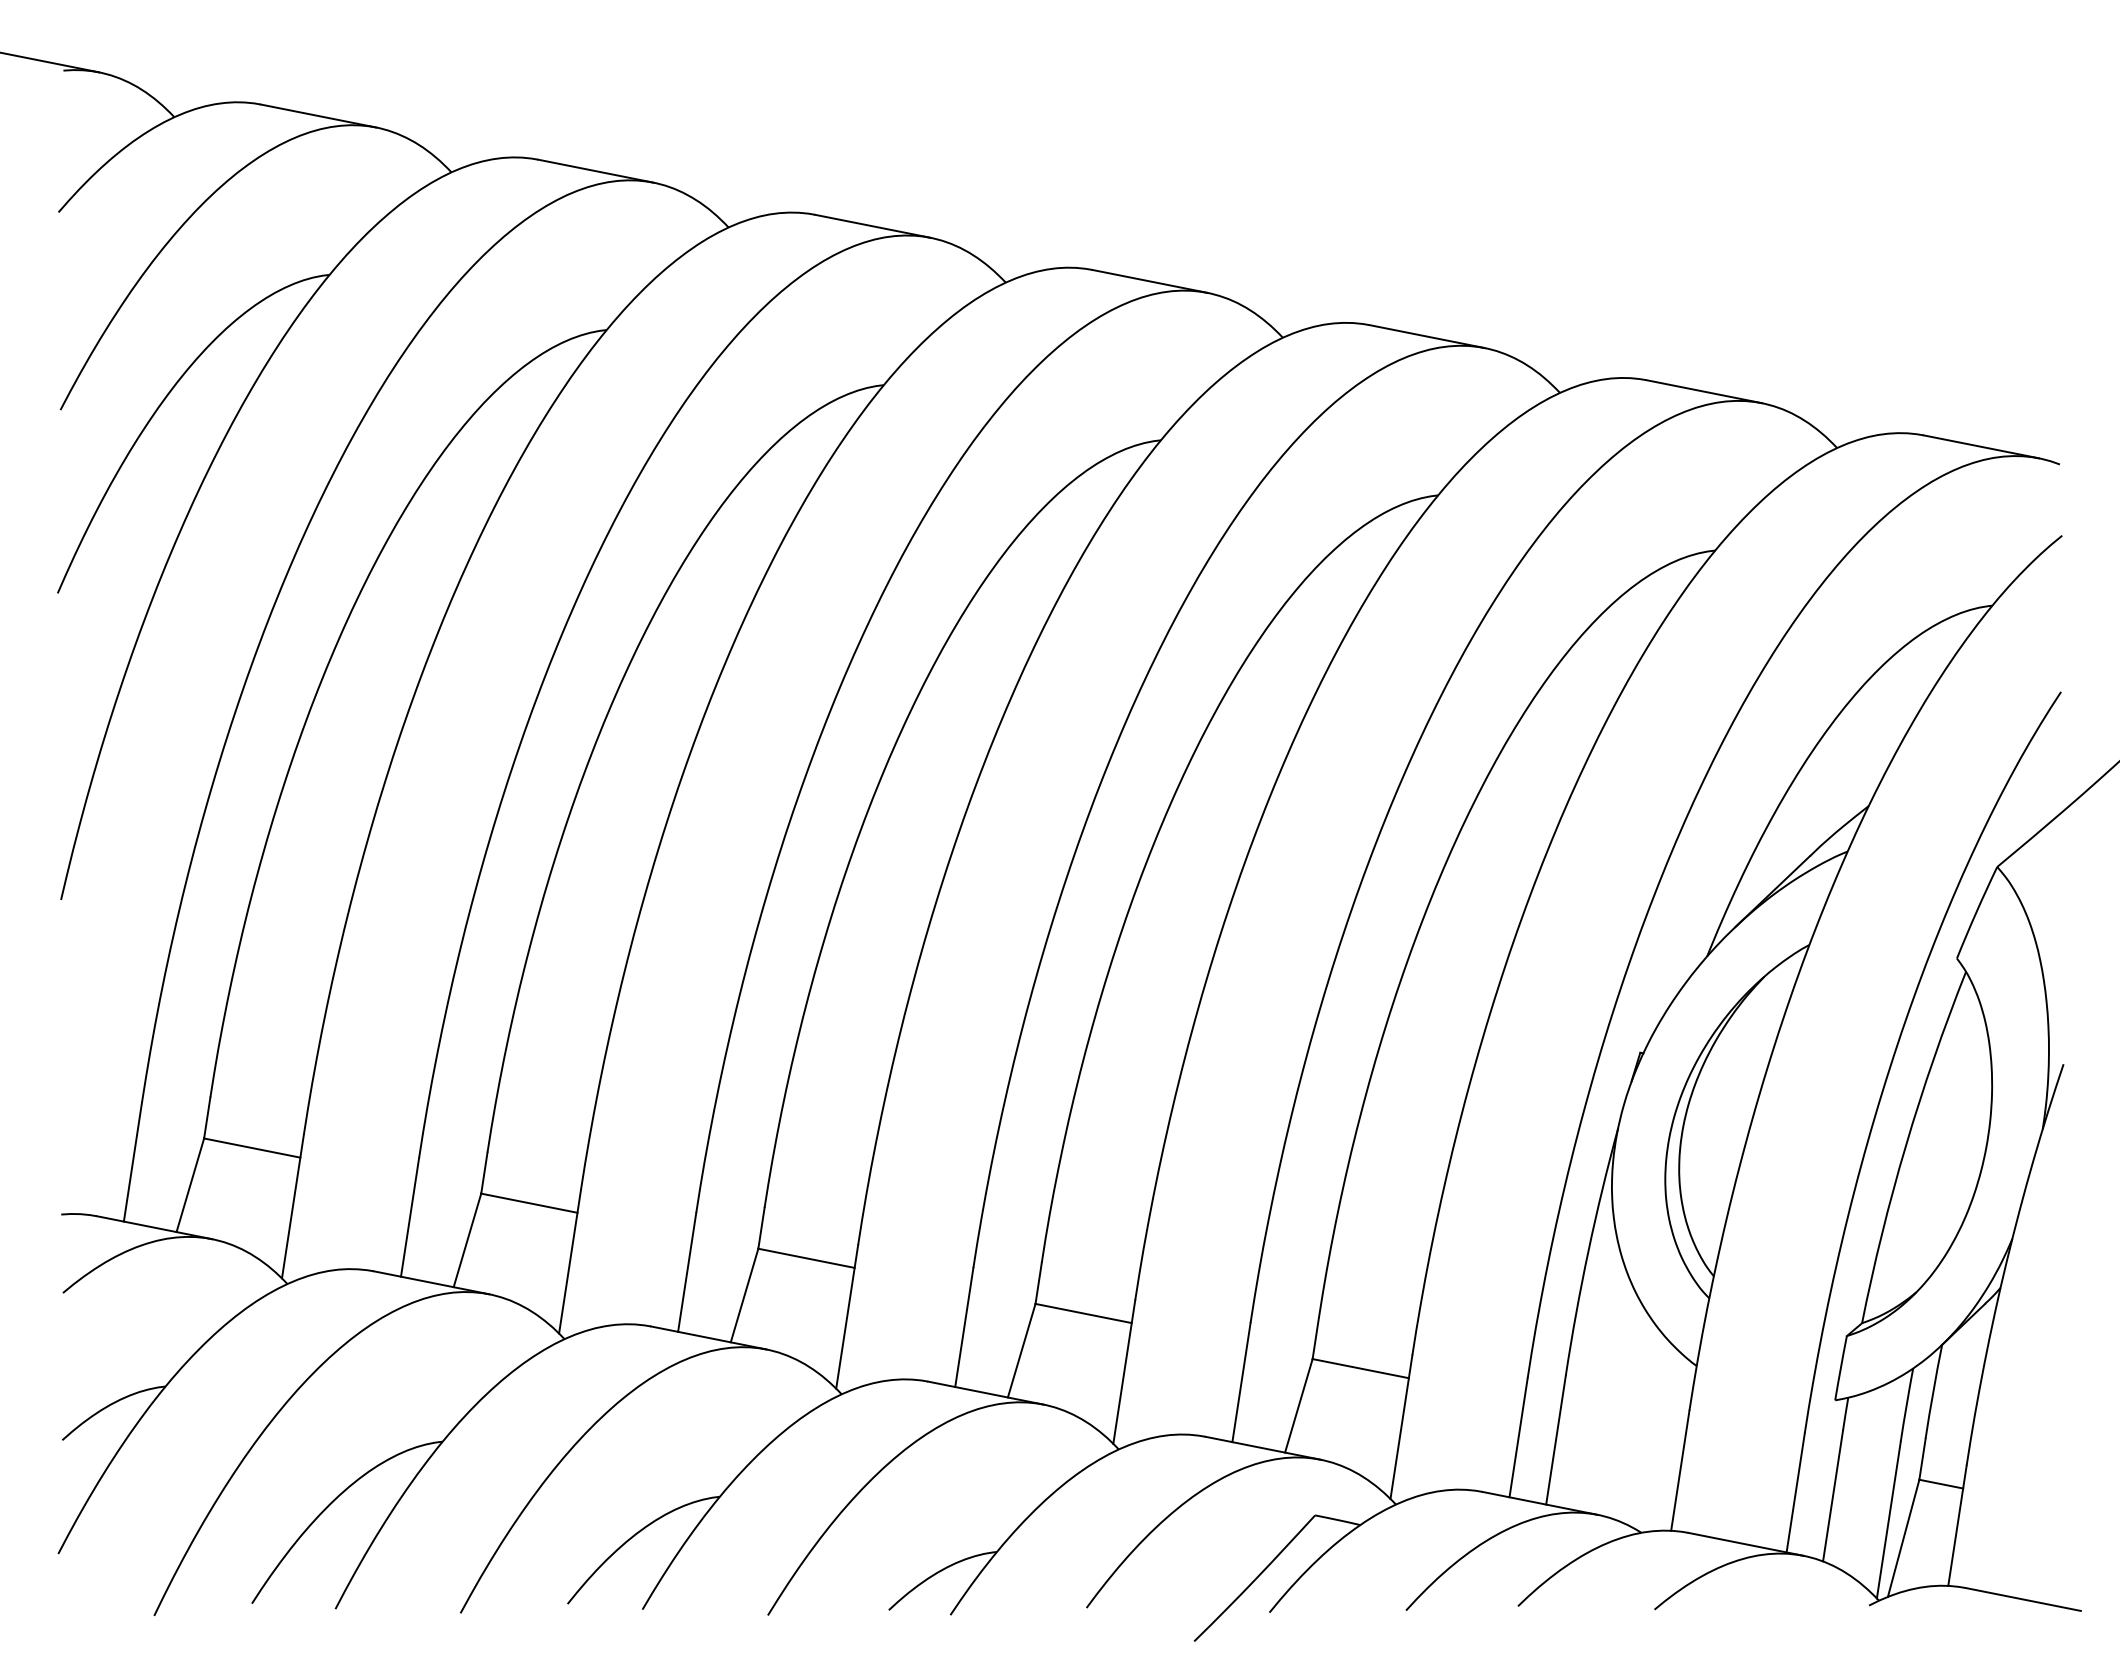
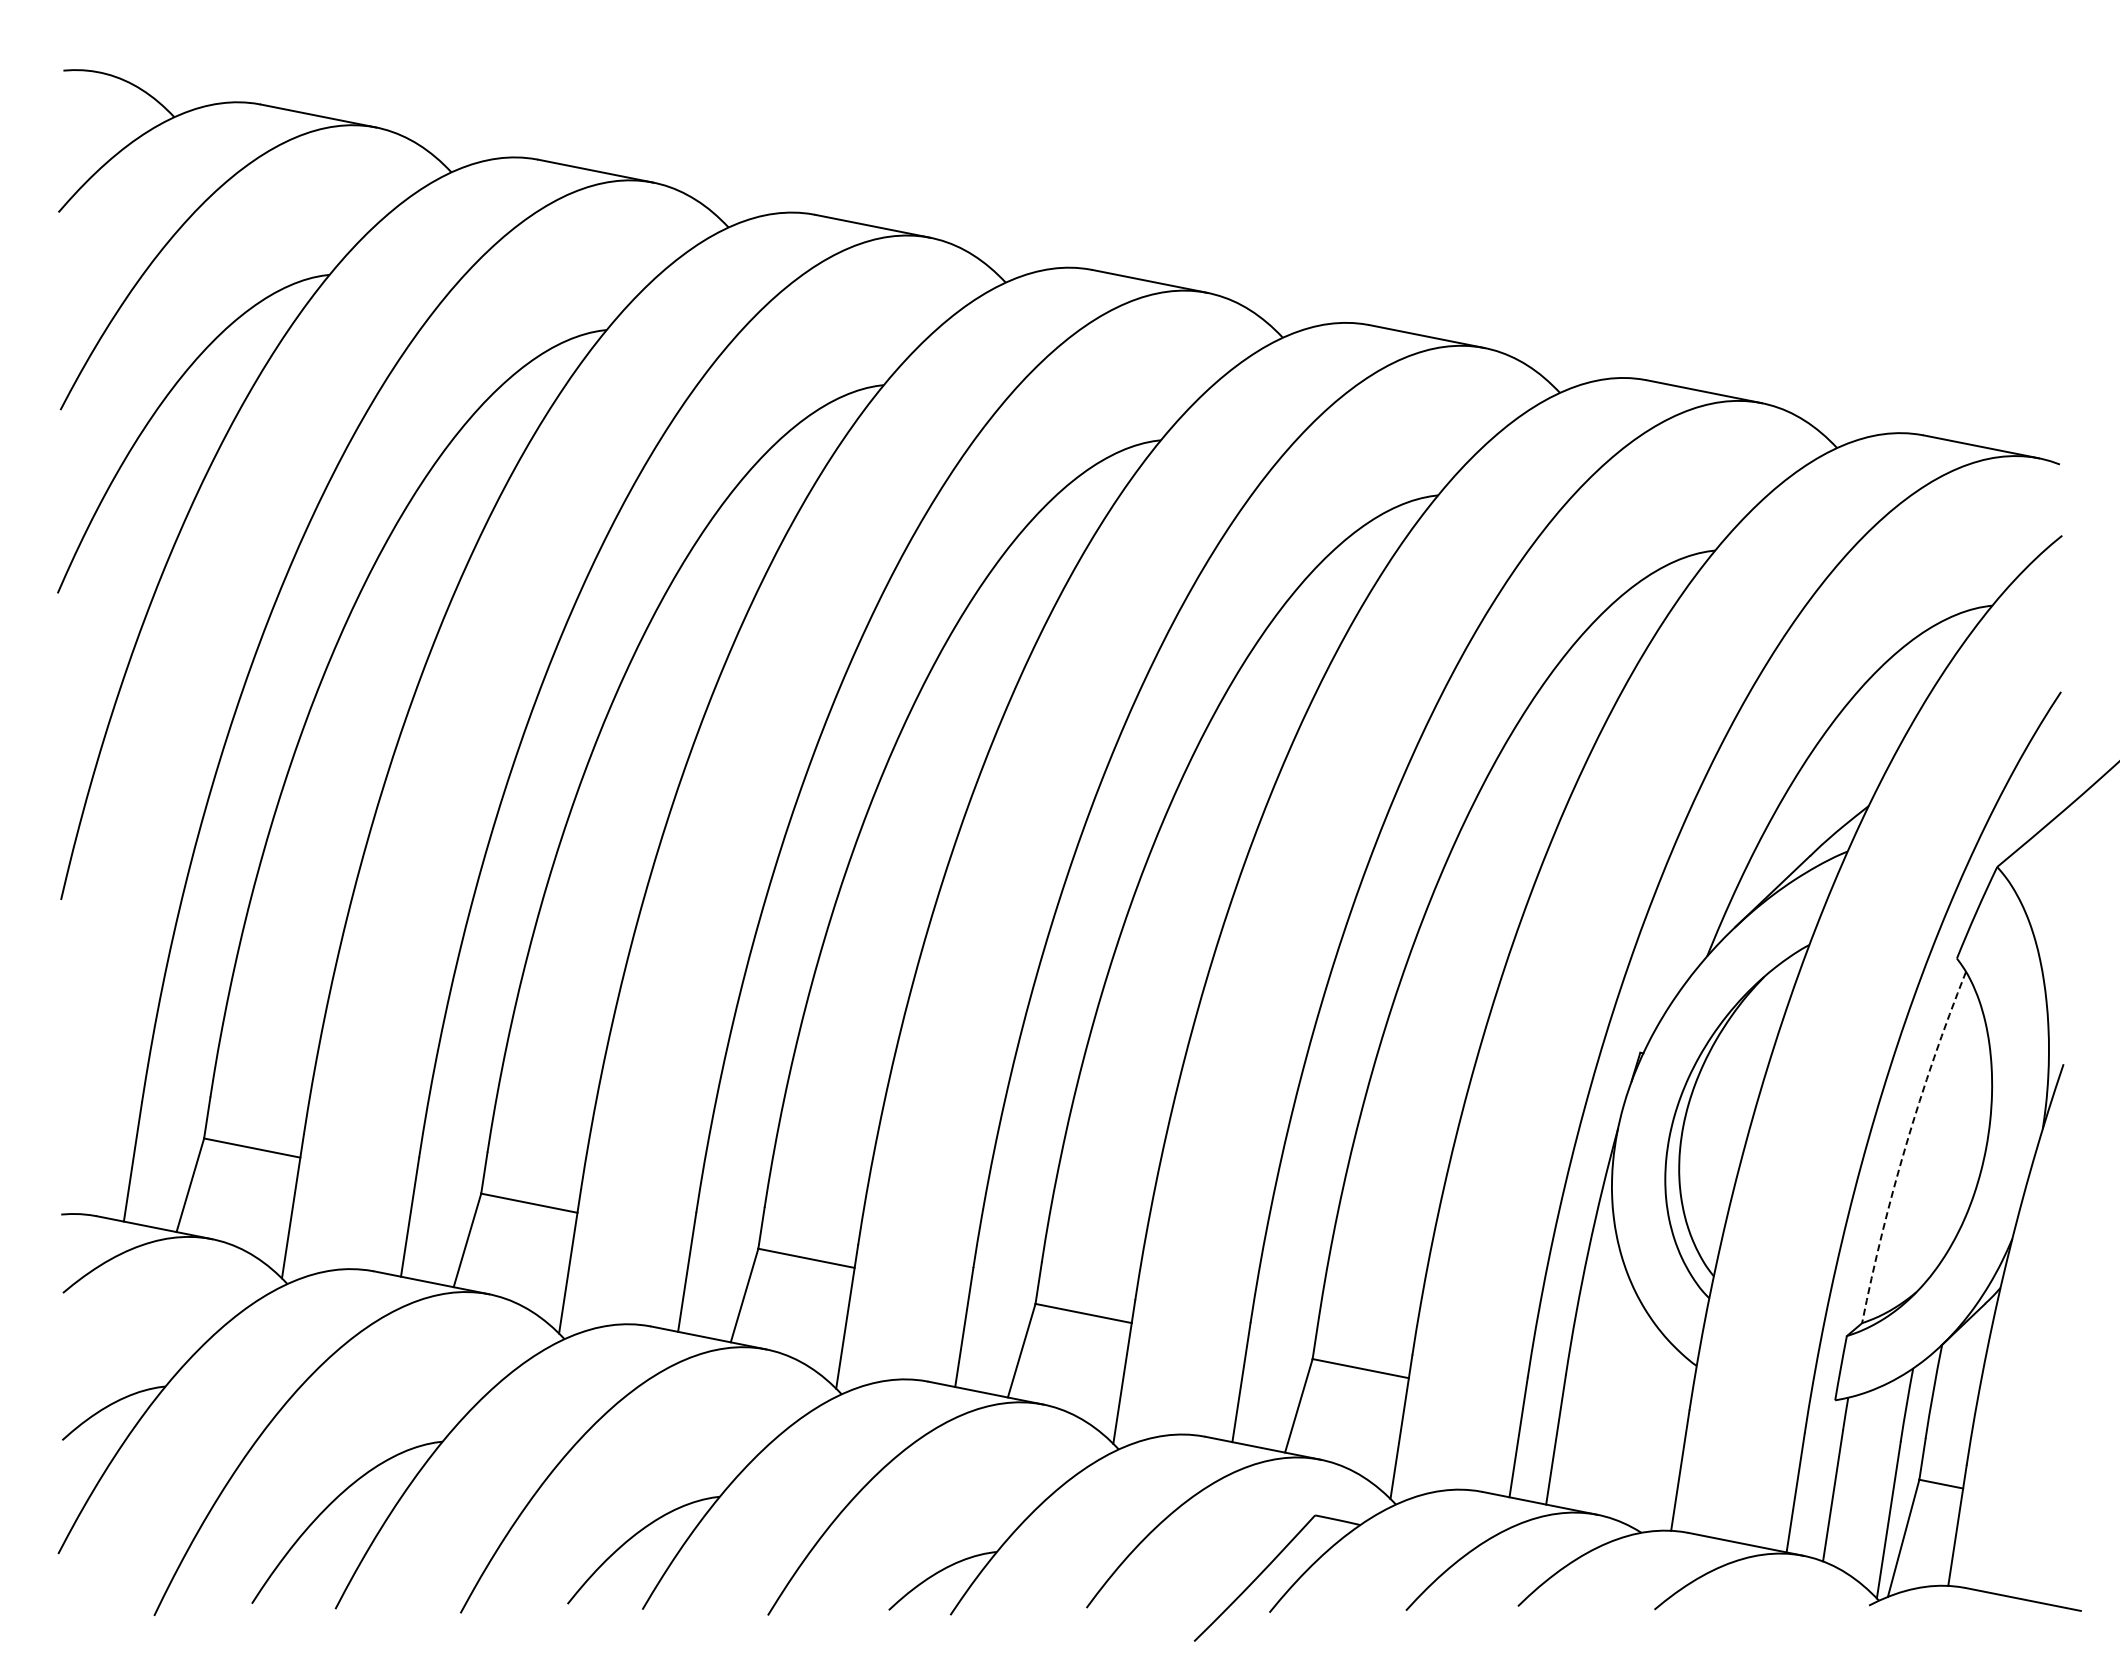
line at (50, 62): present -> none
arc at (1906, 1145): solid -> dashed
